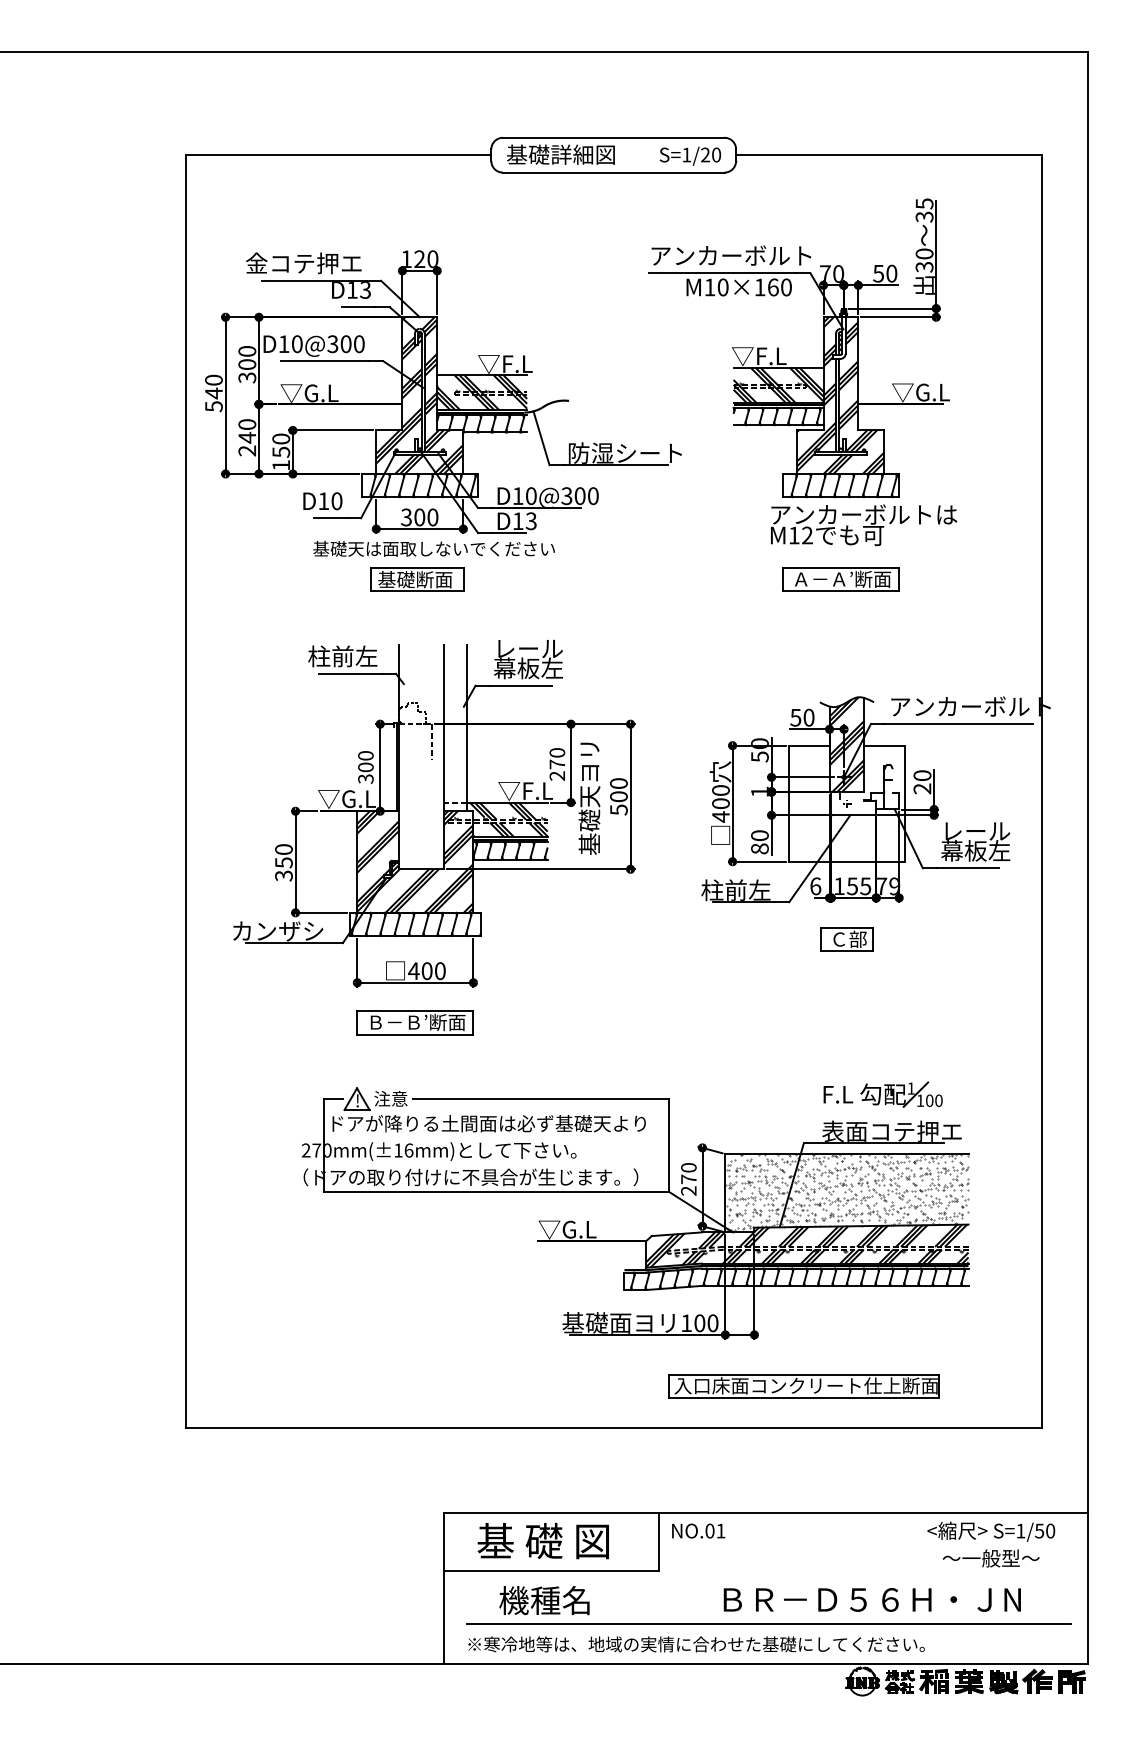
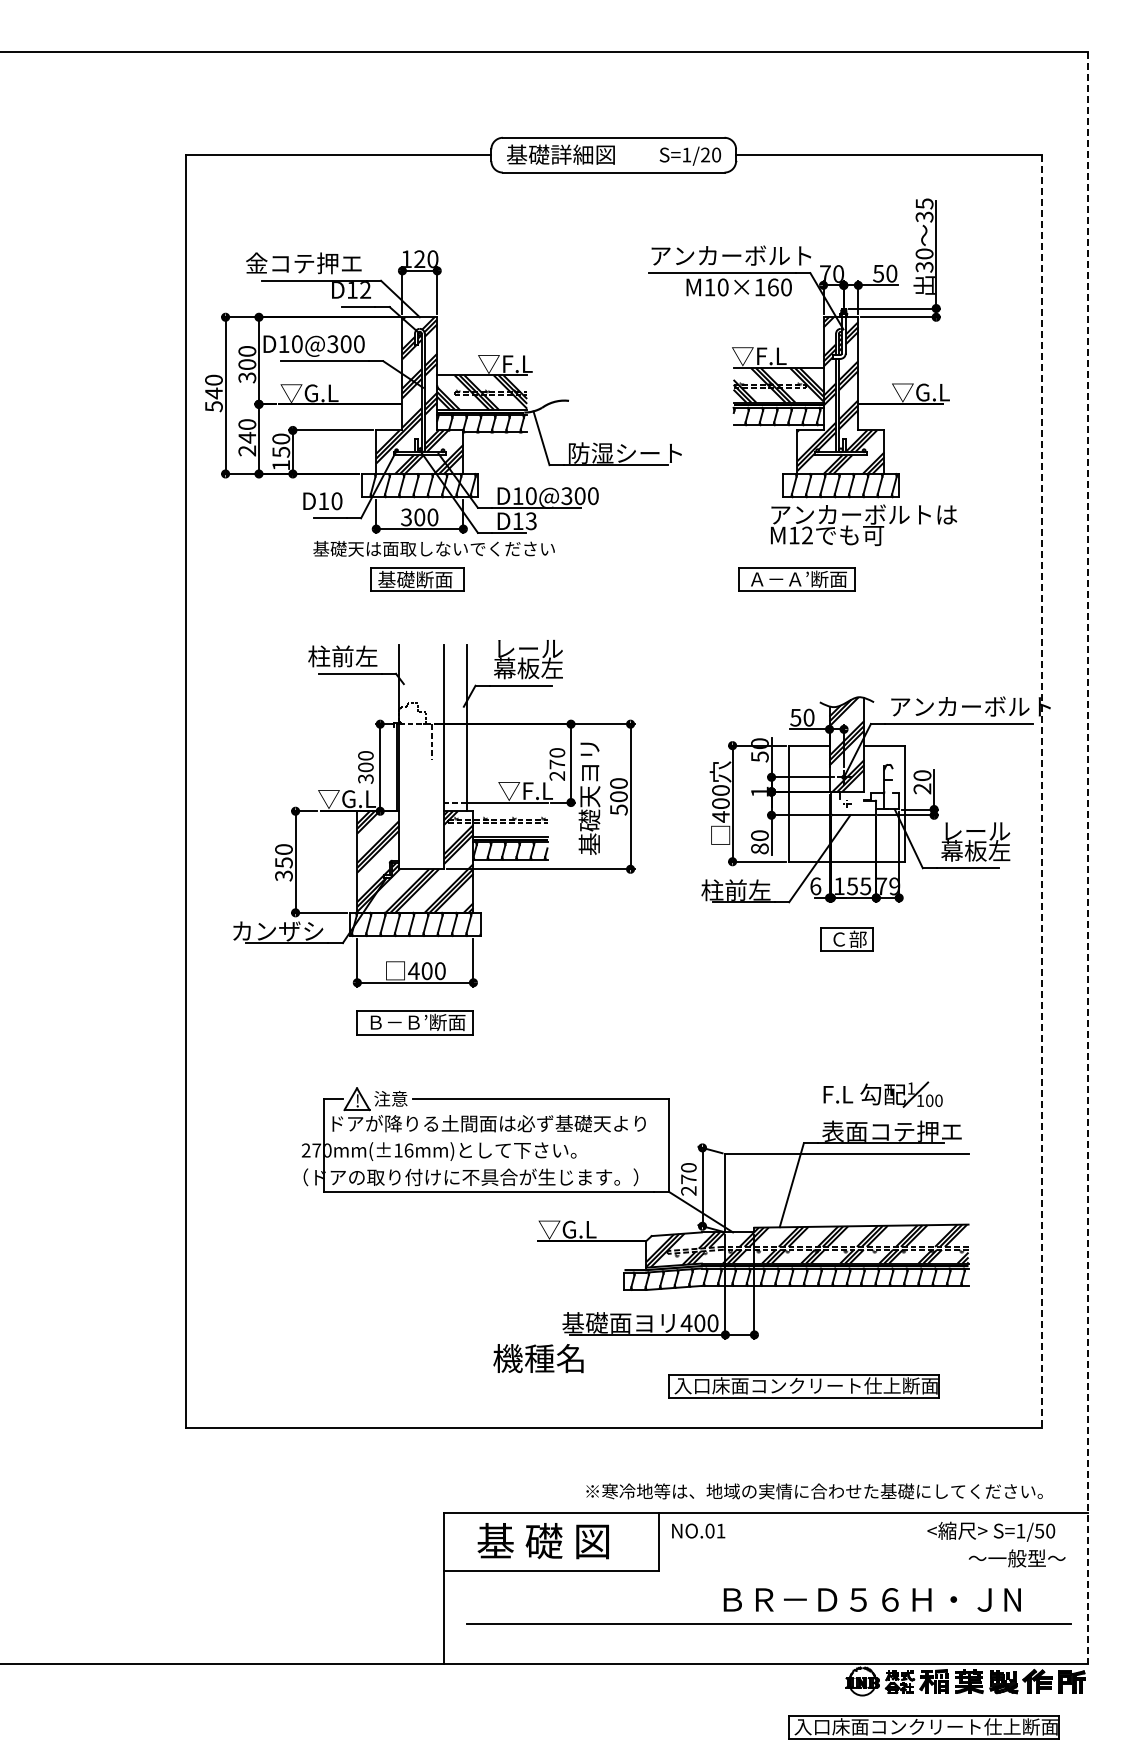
text at (365, 290): D13 -> D12
part at (840, 579) position: (840, 579) -> (796, 579)
line at (1041, 791): solid -> dashed
hatch at (508, 819): present -> none
line at (1088, 858): solid -> dashed
hatch at (846, 1192): present -> none
text at (686, 1322): 100 -> 400
text at (990, 1558) position: (990, 1558) -> (1016, 1558)
text at (544, 1600) position: (544, 1600) -> (538, 1358)
text at (696, 1644) position: (696, 1644) -> (814, 1491)
part at (923, 1727): none -> present
